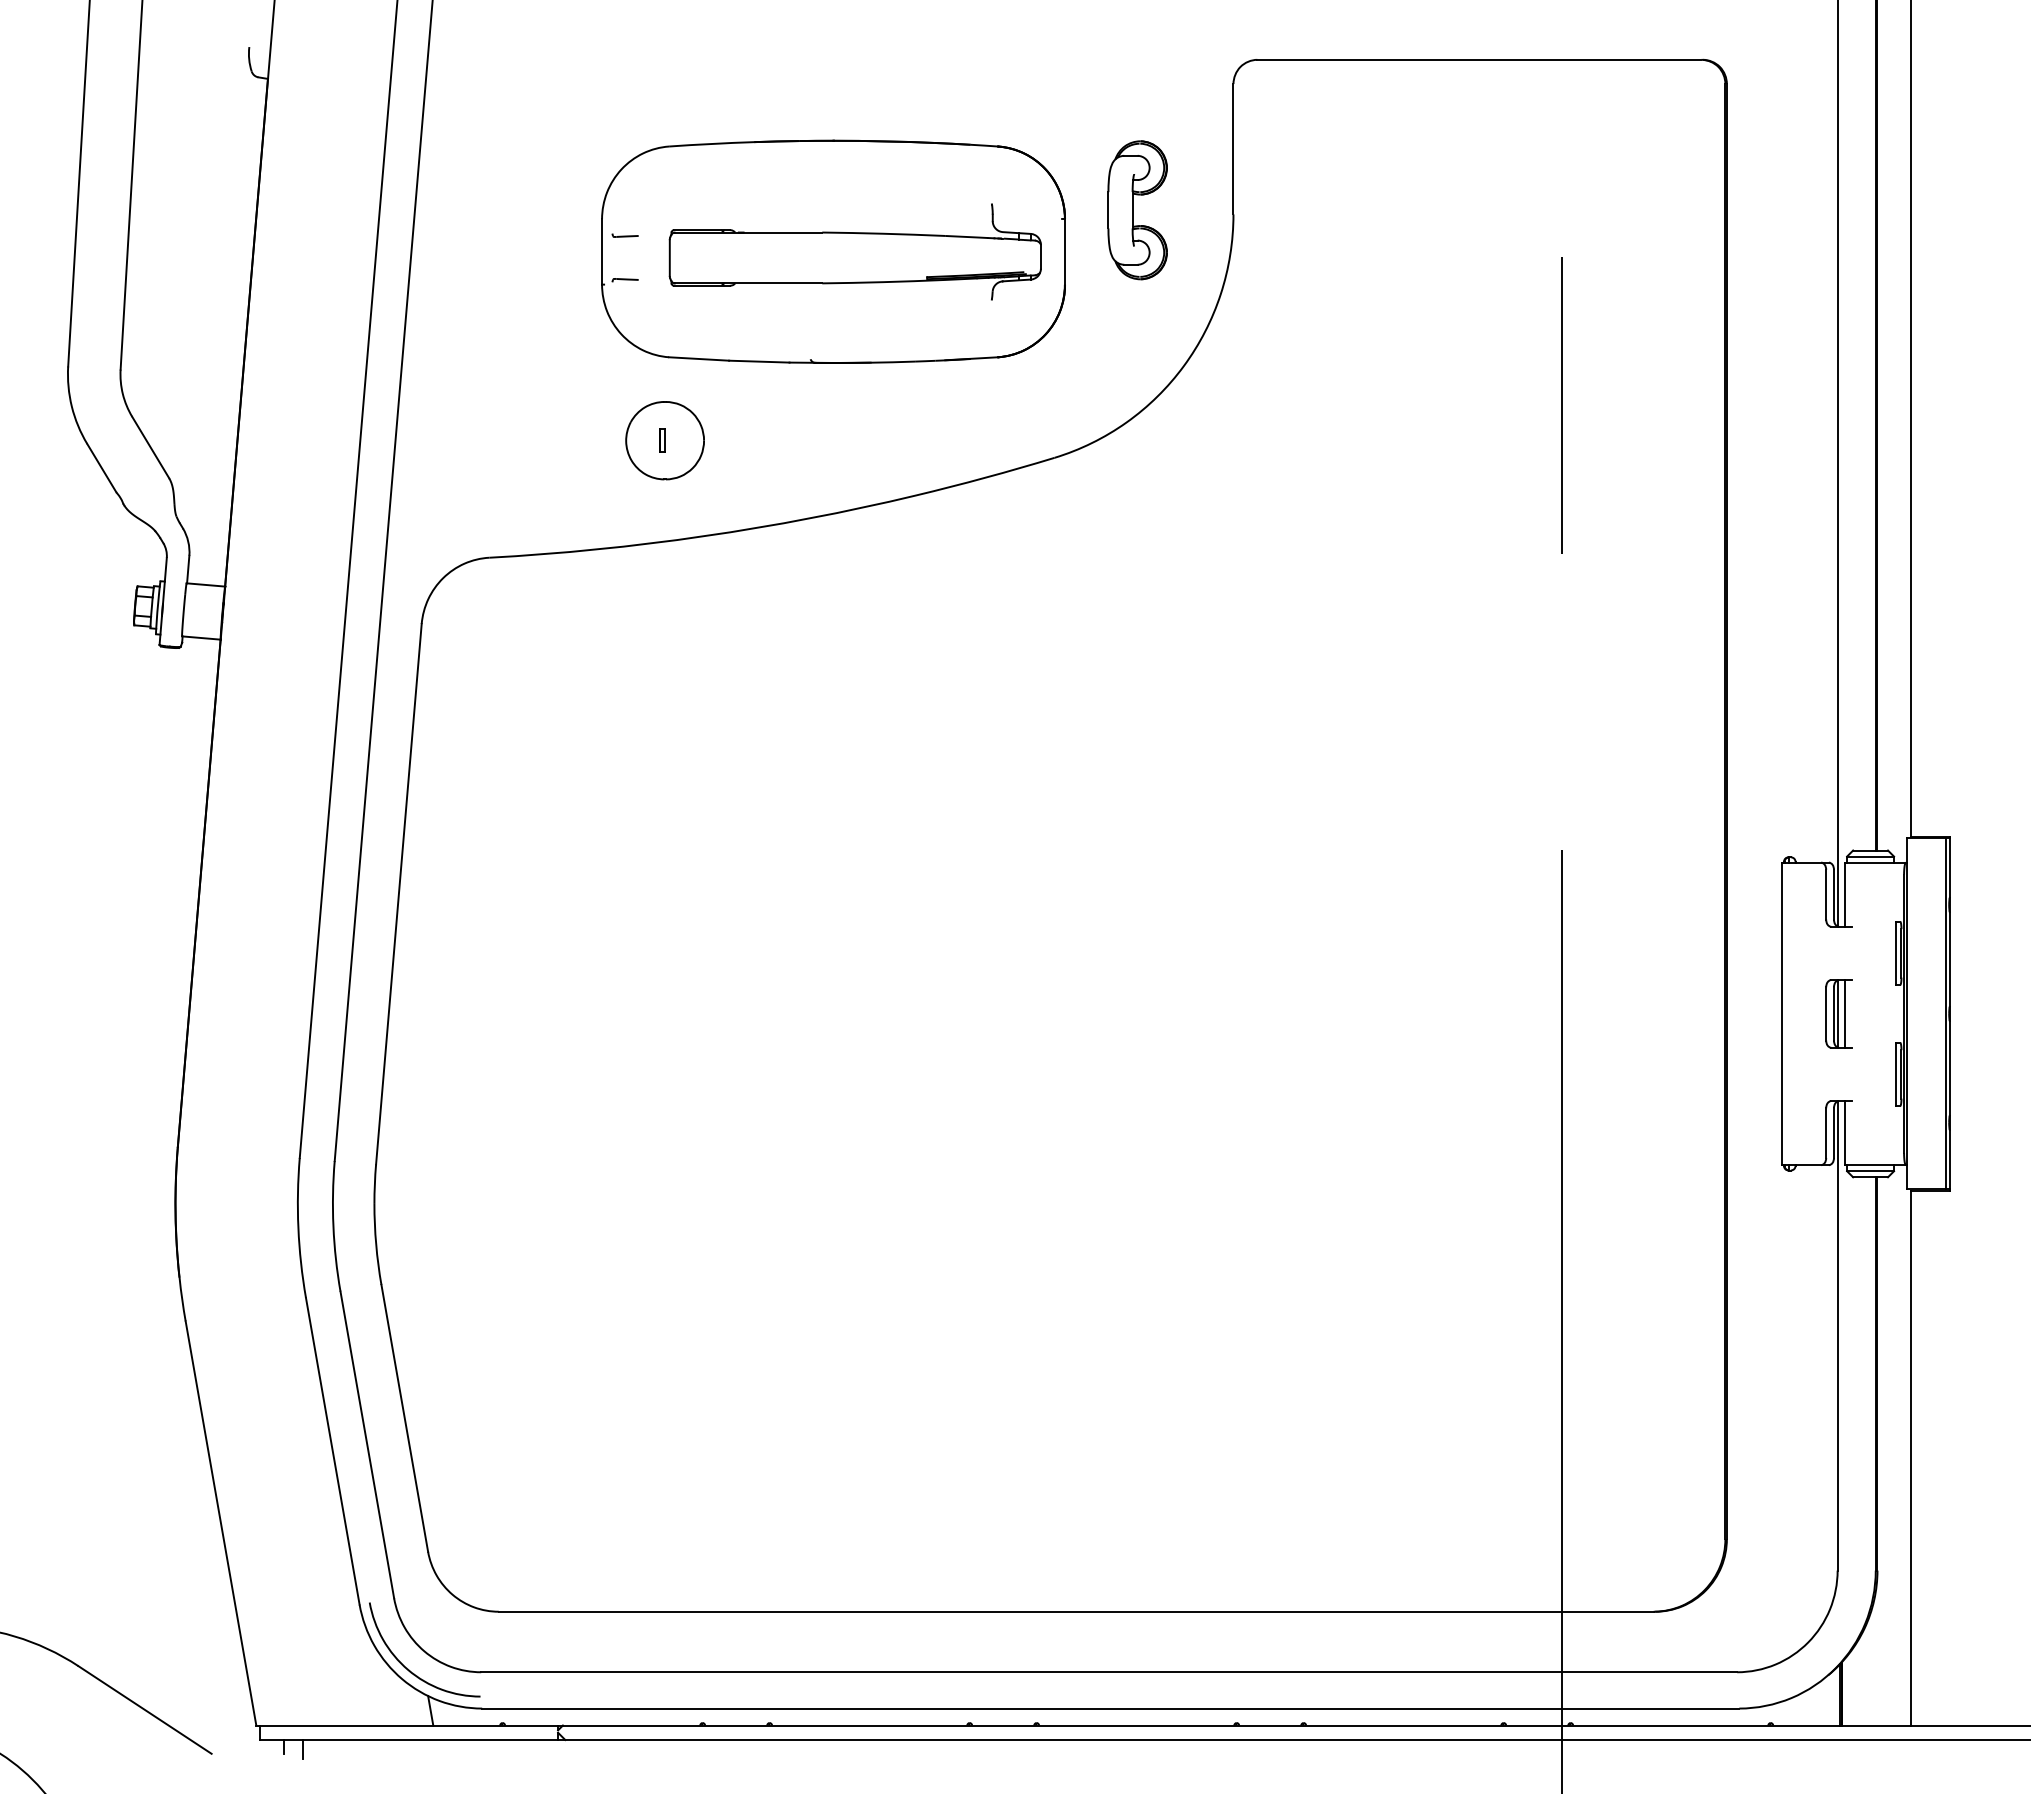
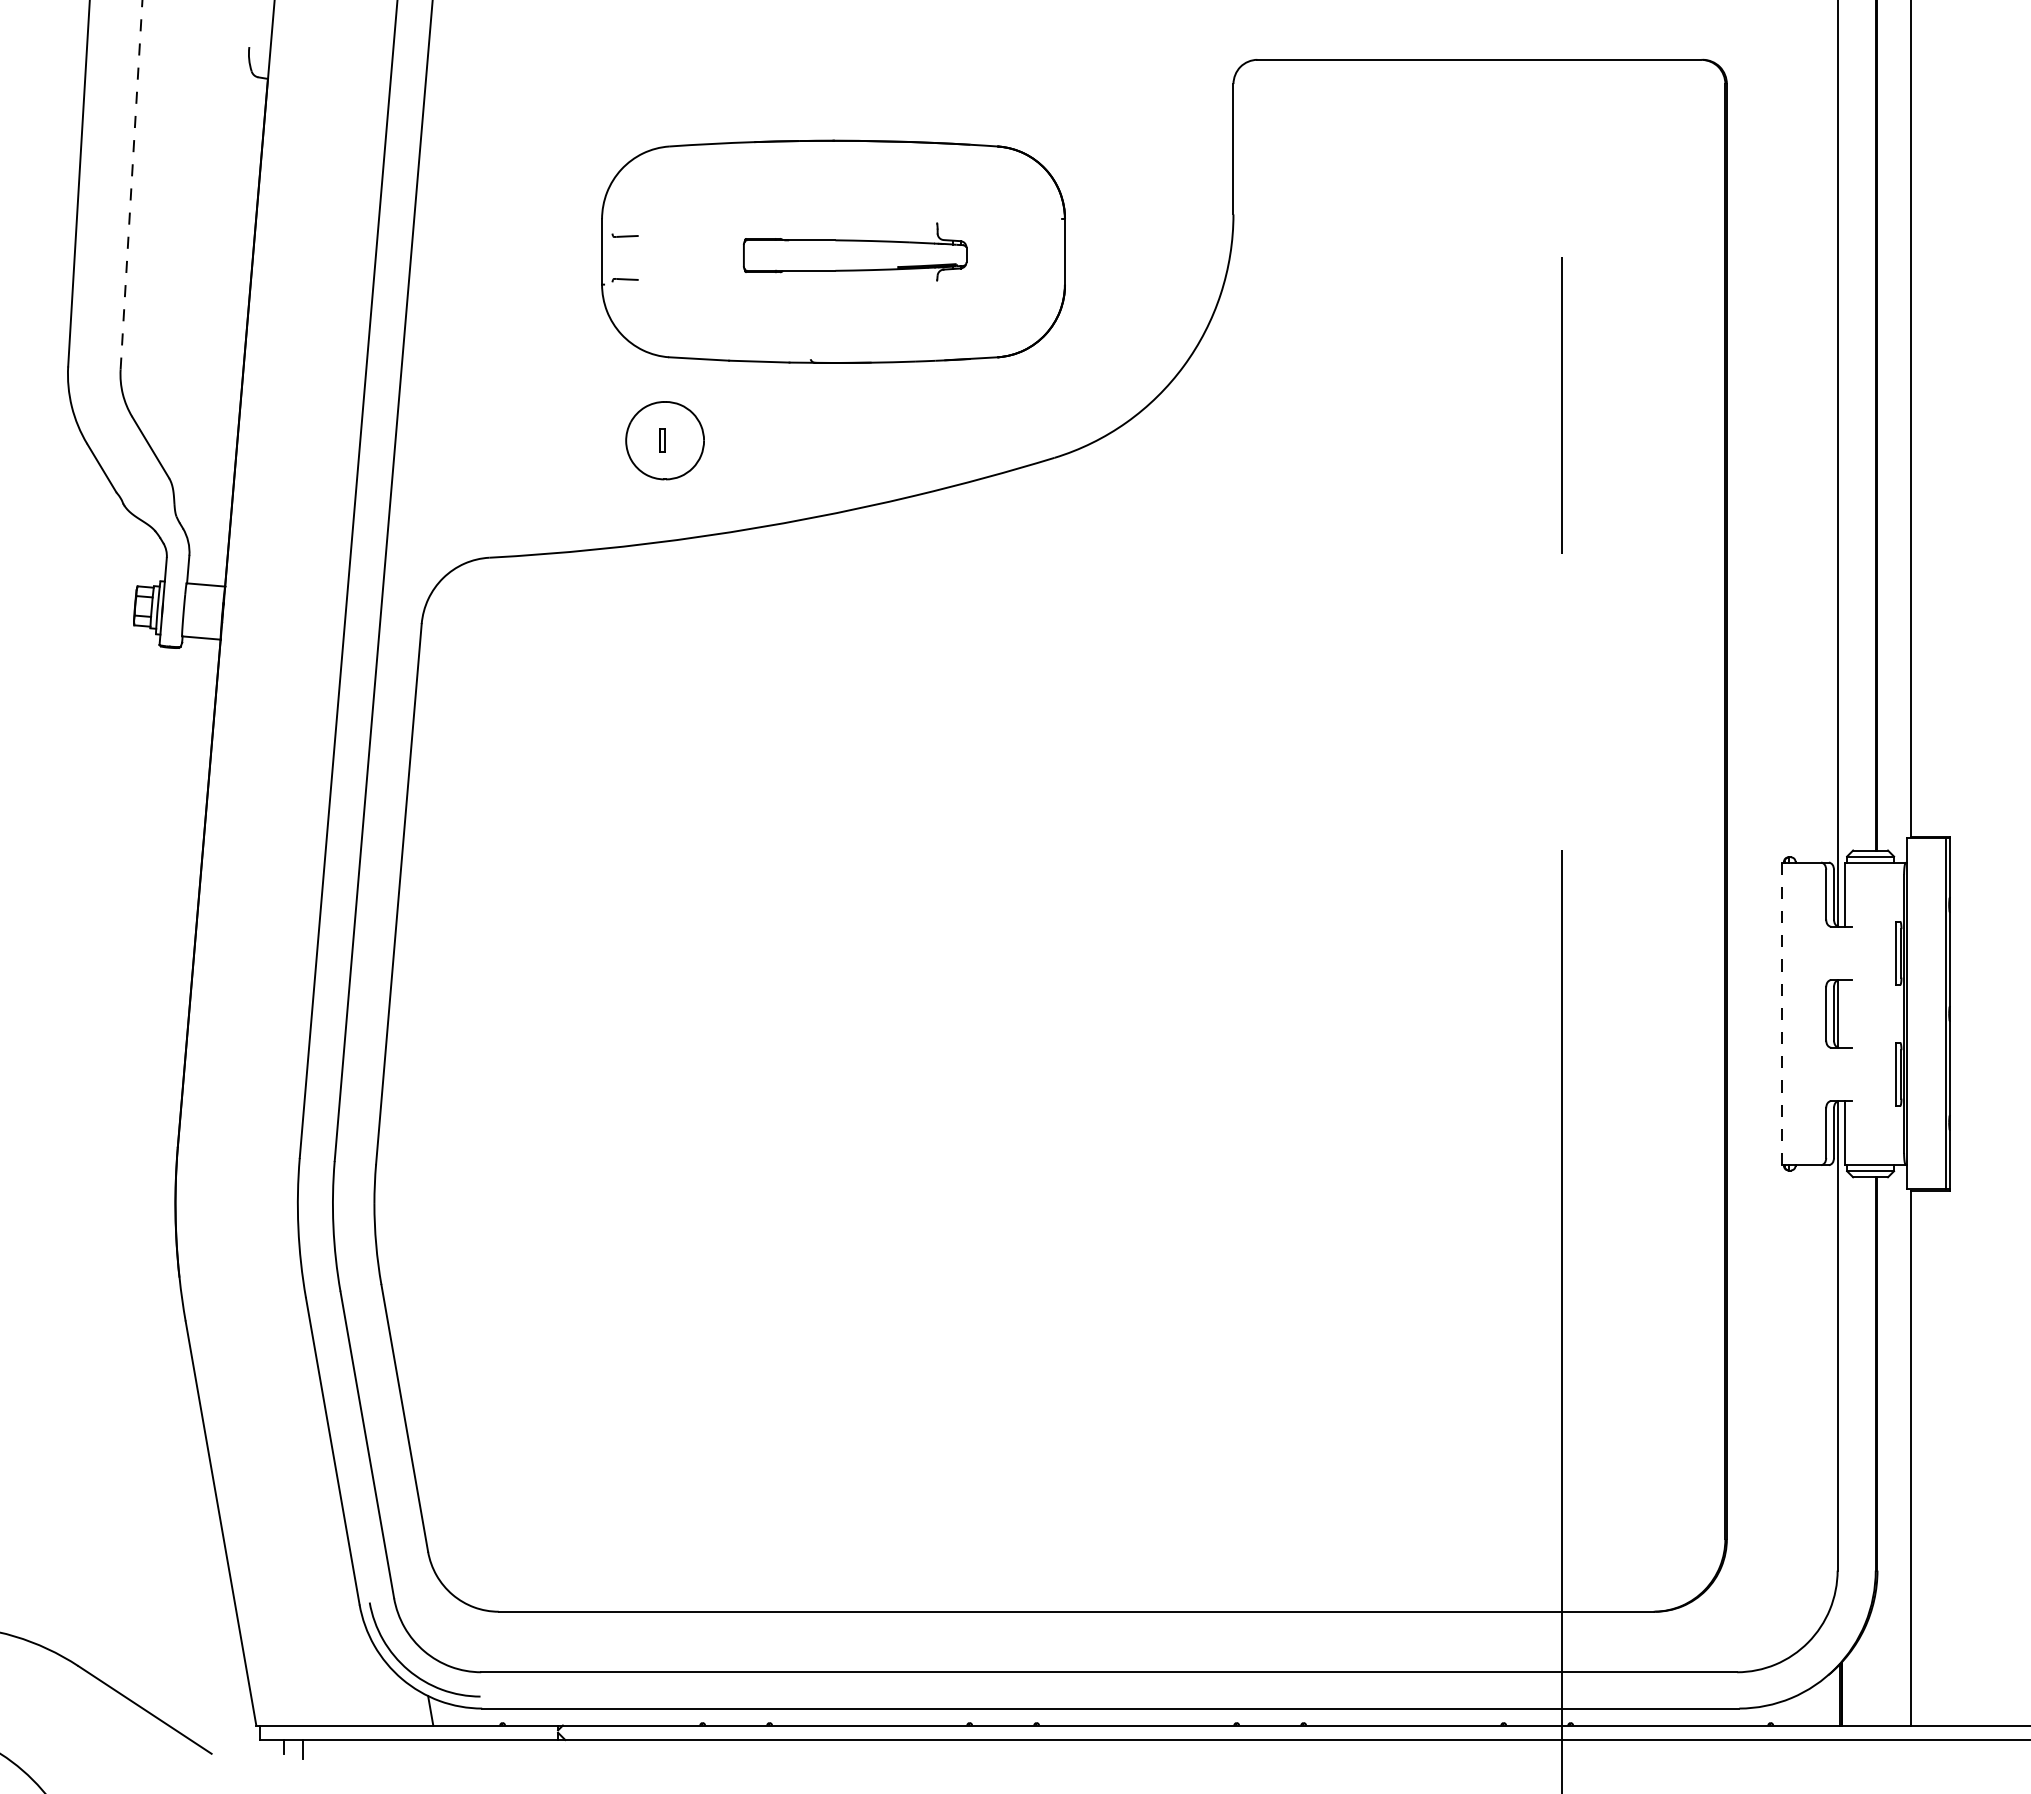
line at (131, 185): solid -> dashed
part at (1137, 210): present -> none
part at (854, 251) size: 374x98 px -> 226x60 px
line at (1781, 1013): solid -> dashed
line at (1845, 1013): present -> none
